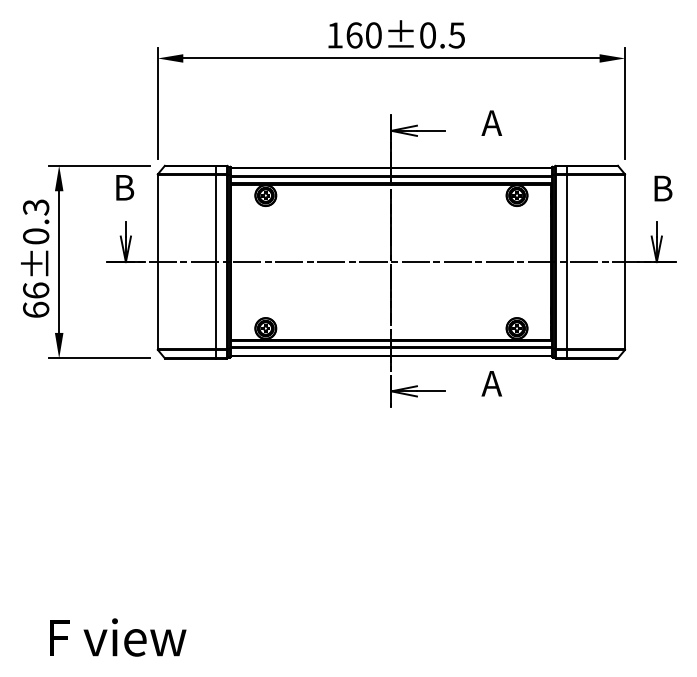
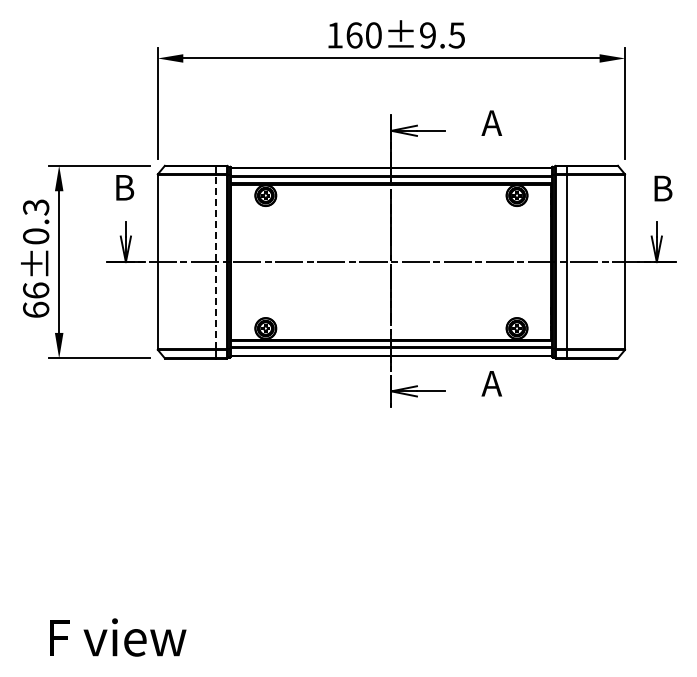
text at (427, 35): 160±0.5 -> 160±9.5
line at (216, 261): solid -> dashed
